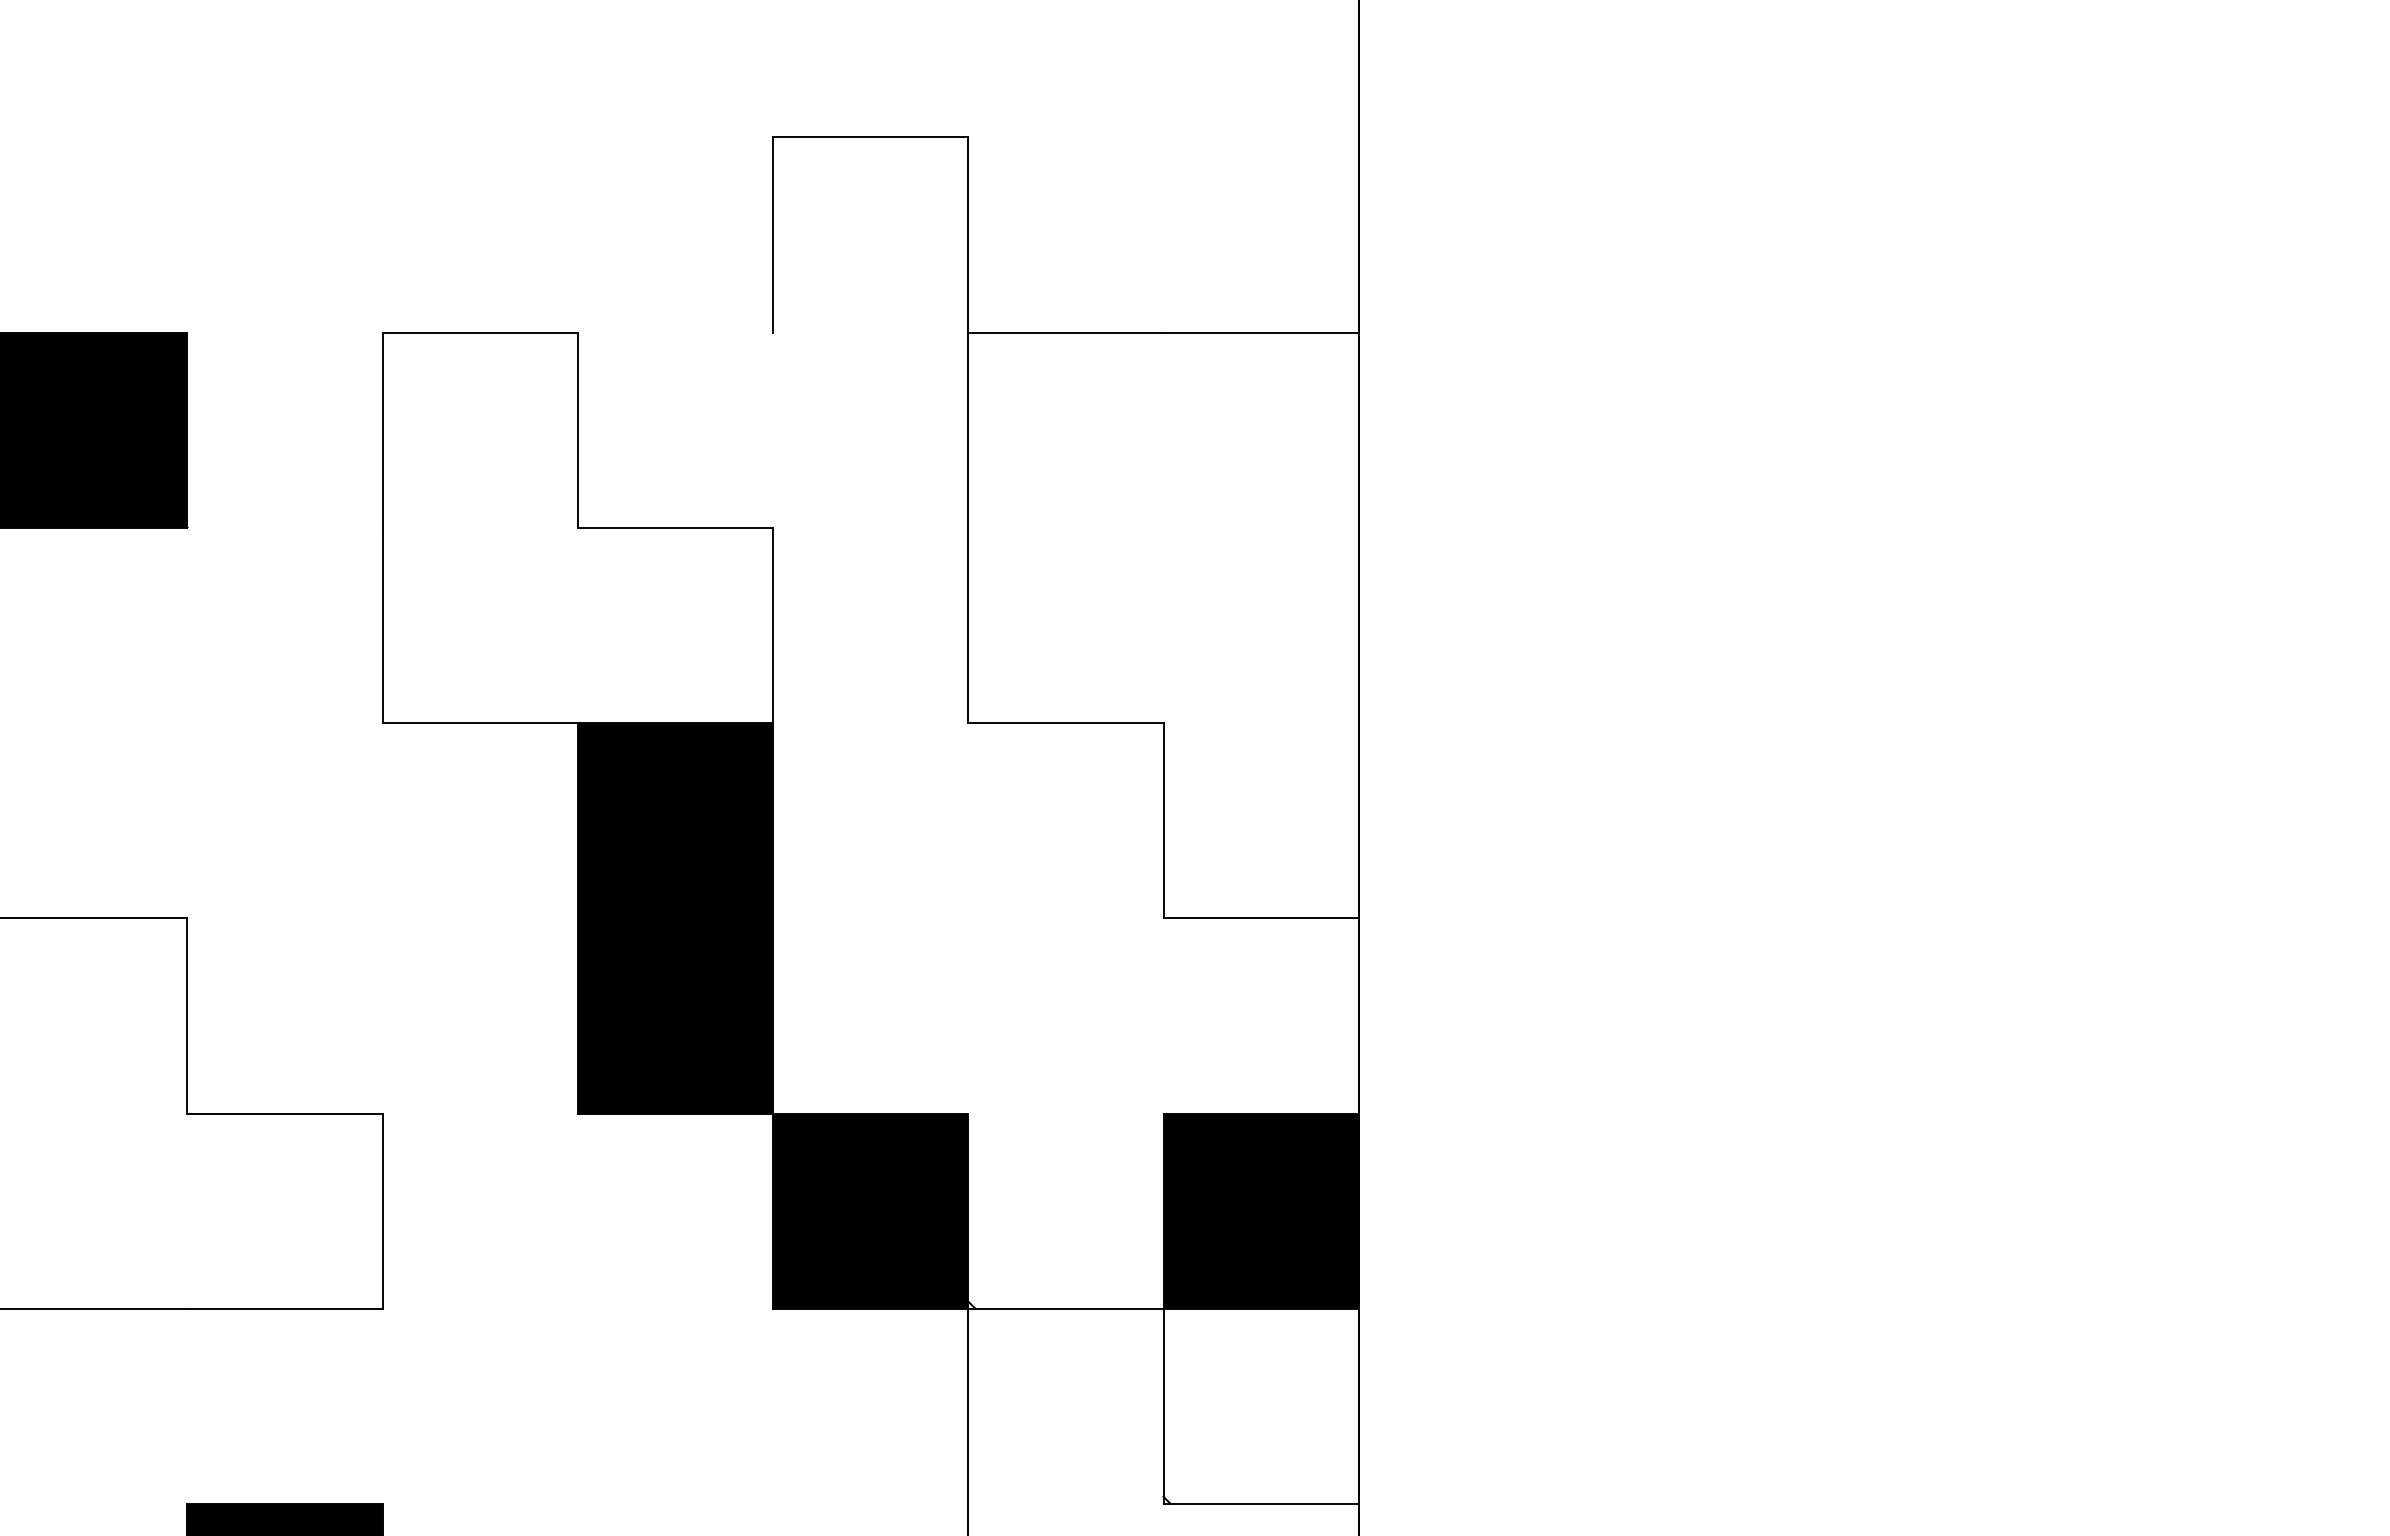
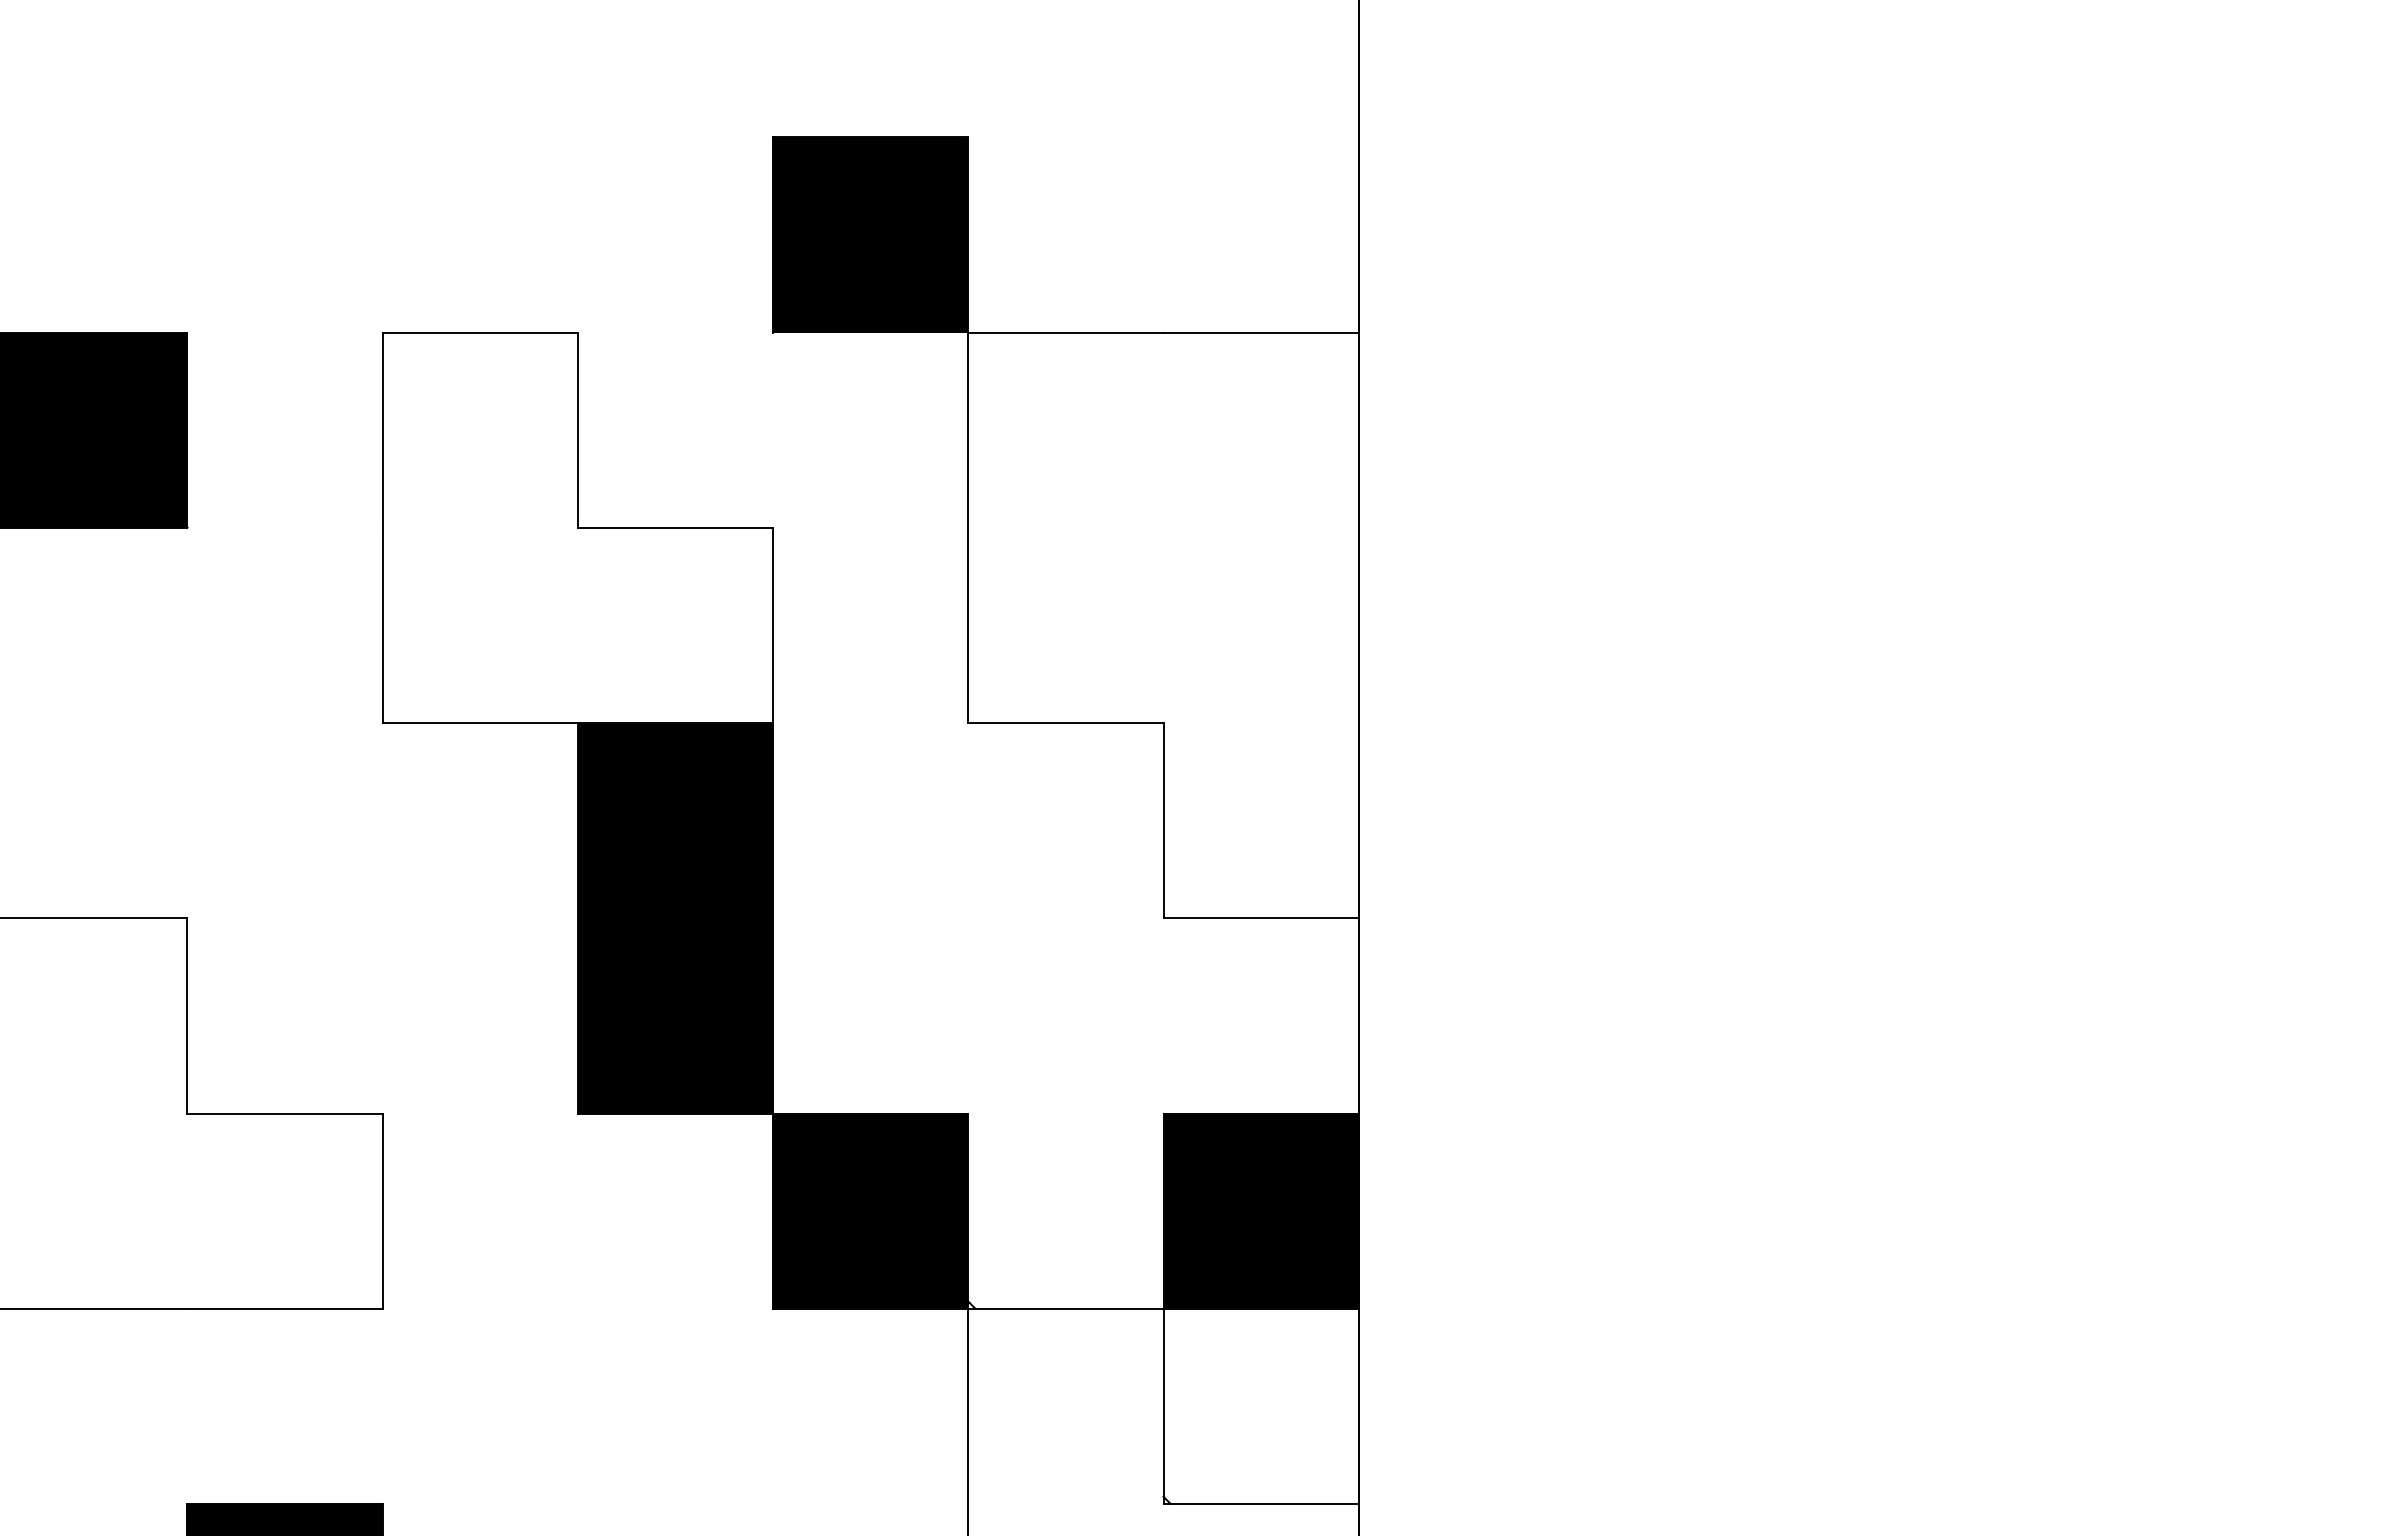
fill at (870, 234): none -> present
